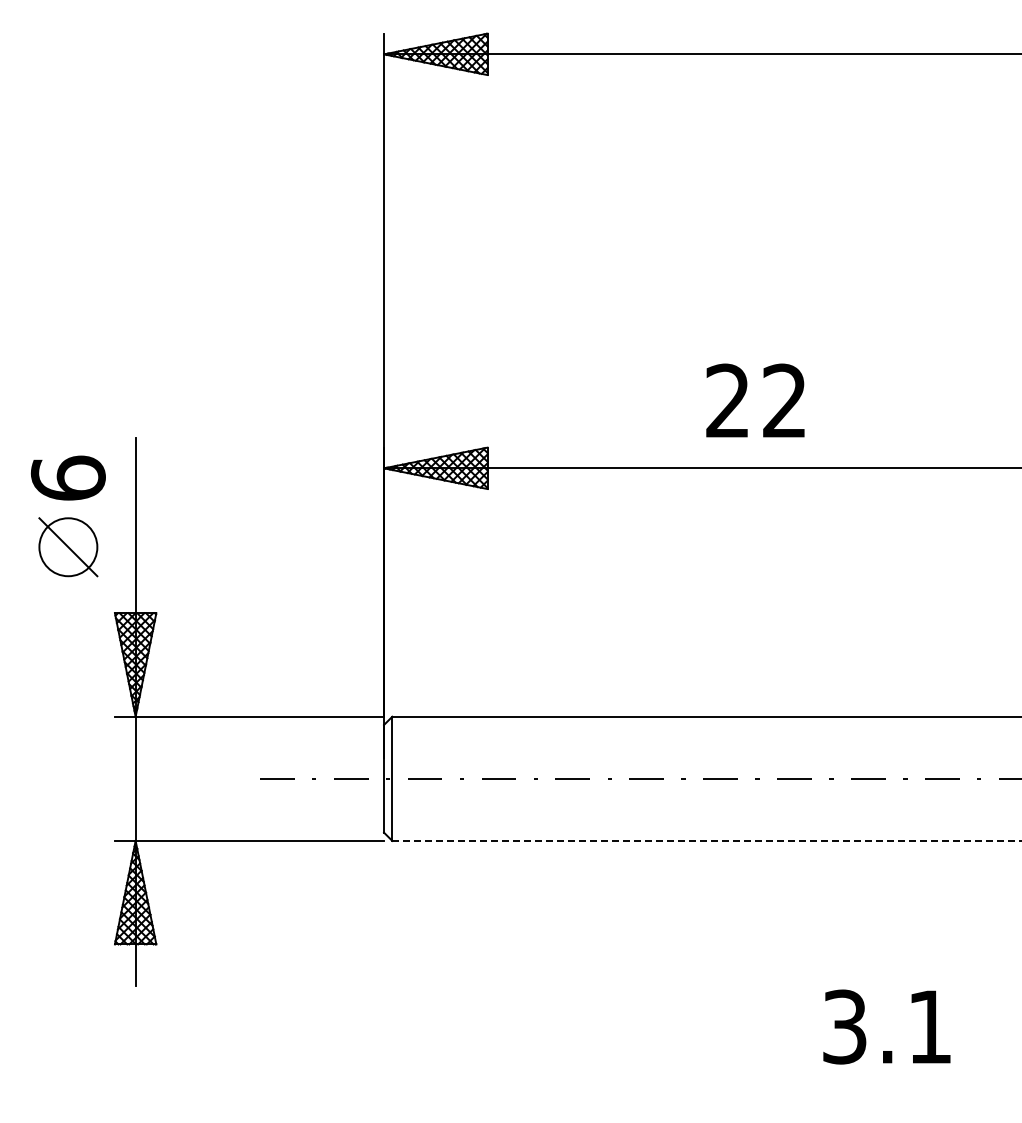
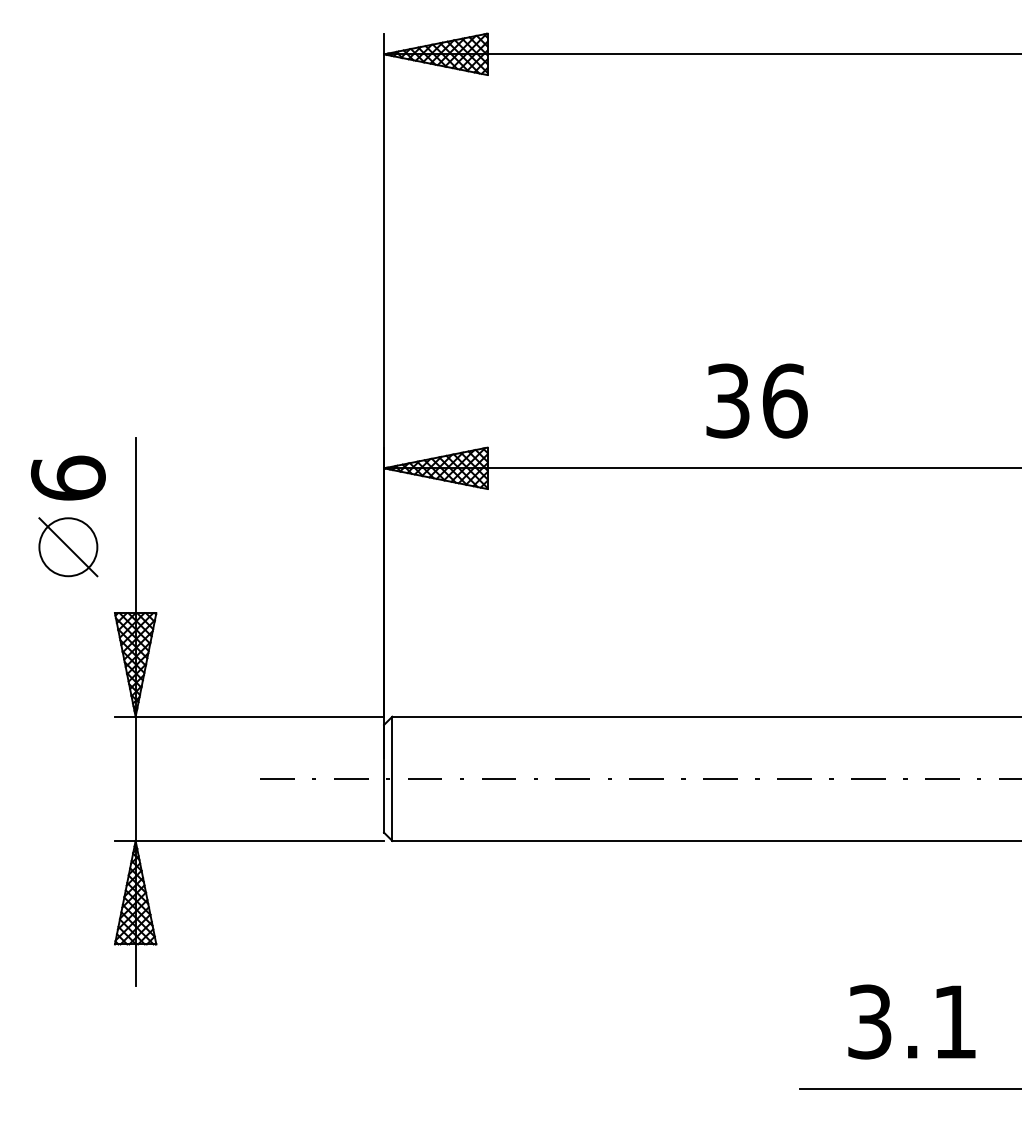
text at (756, 400): 22 -> 36
line at (707, 840): dashed -> solid
text at (886, 1026) position: (886, 1026) -> (911, 1021)
line at (908, 1089): none -> present
